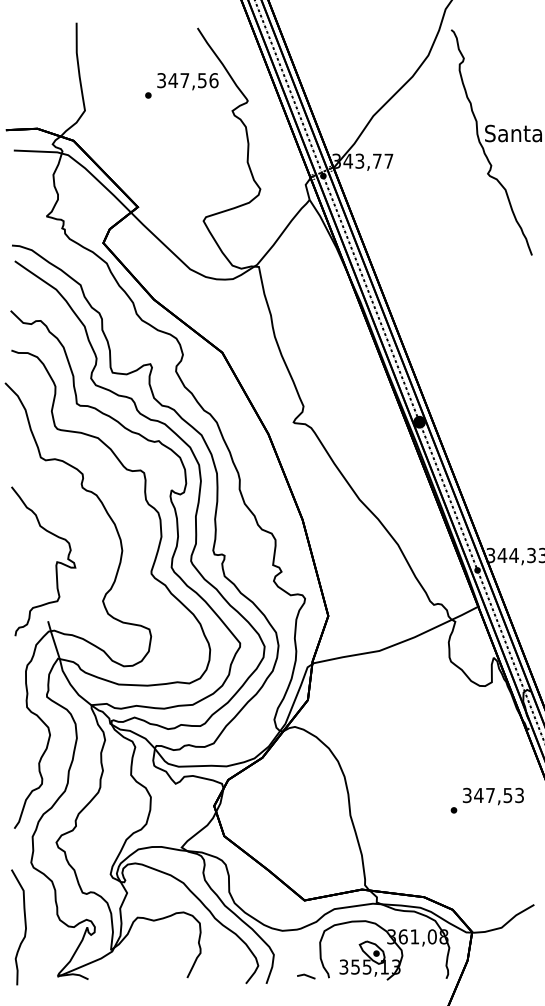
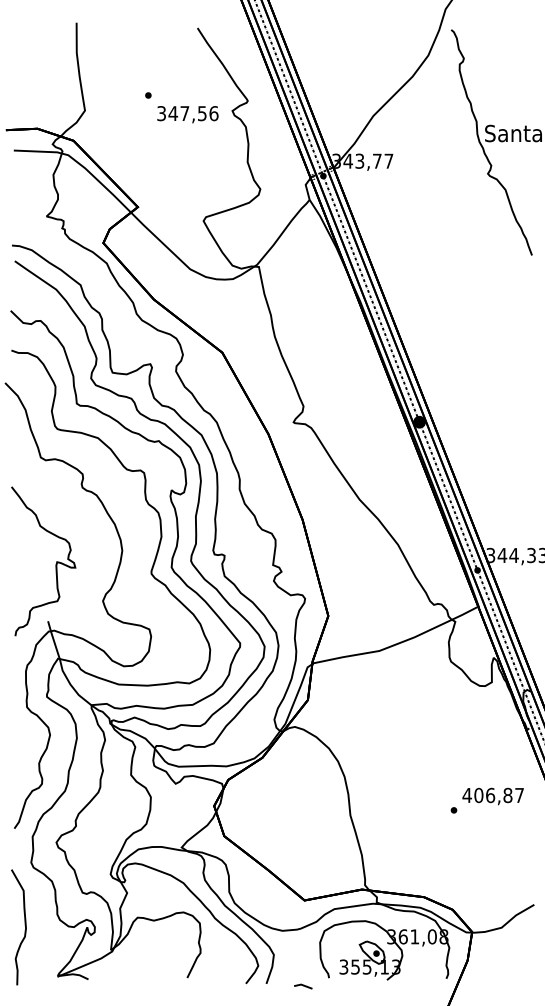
text at (187, 81) position: (187, 81) -> (187, 114)
text at (492, 795): 347,53 -> 406,87
line at (306, 976) position: (306, 976) -> (303, 986)
